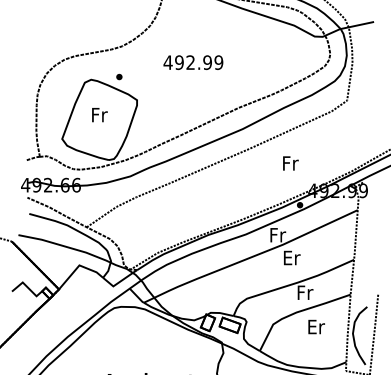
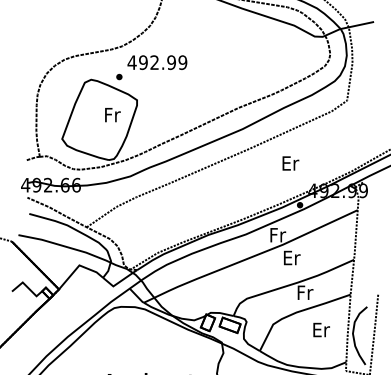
text at (193, 62) position: (193, 62) -> (157, 62)
text at (99, 115) position: (99, 115) -> (112, 115)
text at (290, 163): Fr -> Er
text at (316, 326) position: (316, 326) -> (321, 329)
